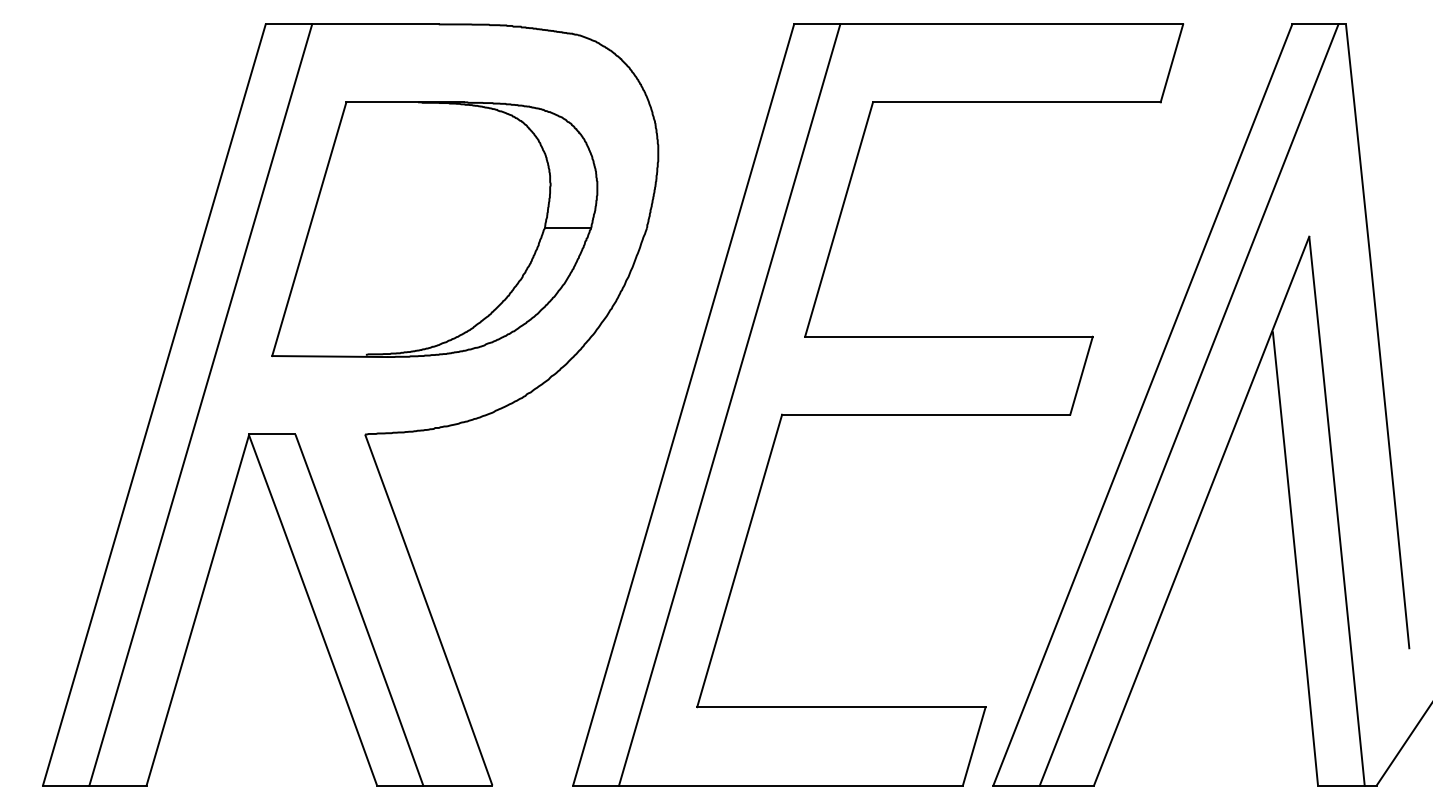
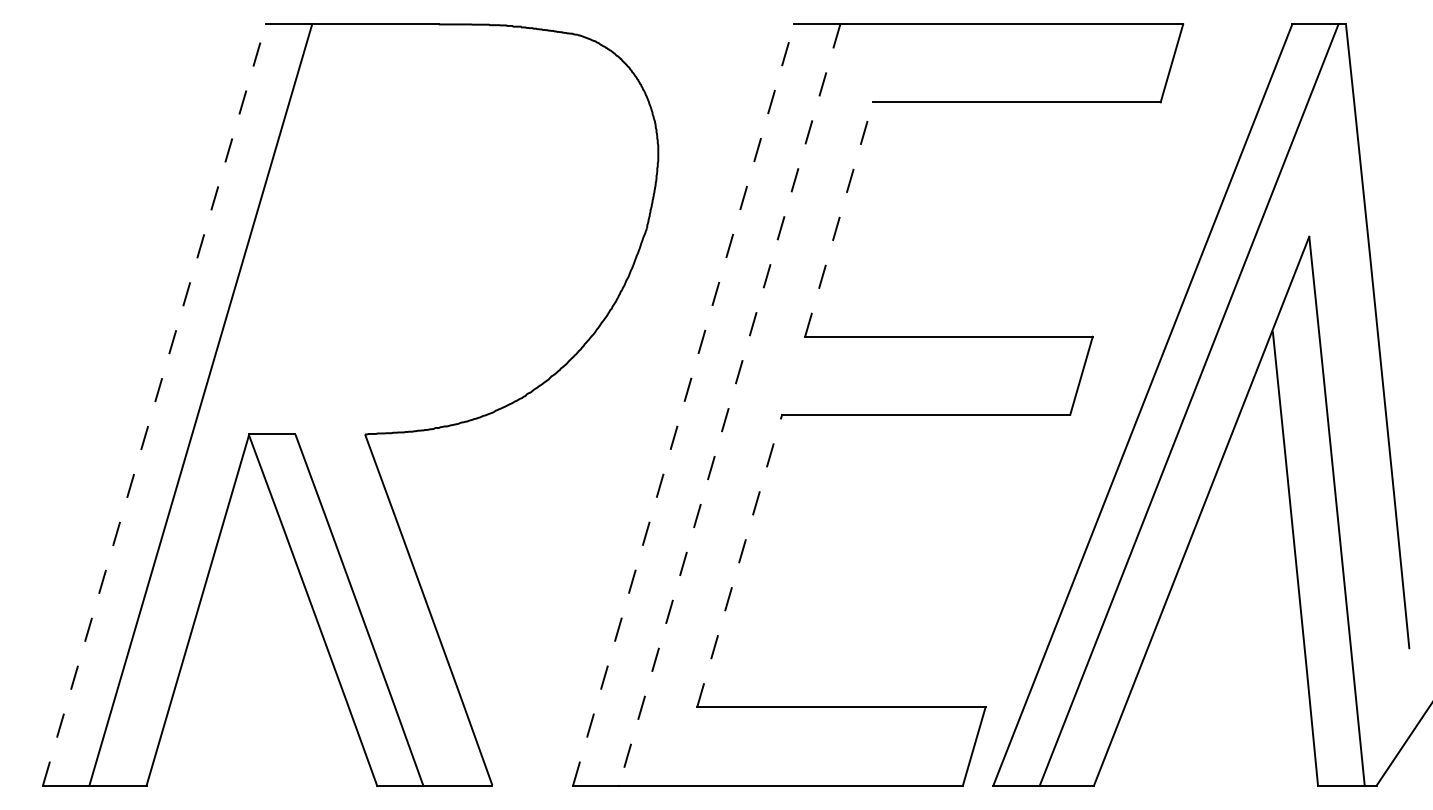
line at (839, 219): solid -> dashed
part at (434, 229): present -> none
line at (683, 404): solid -> dashed
line at (154, 405): solid -> dashed
line at (729, 405): solid -> dashed
line at (739, 560): solid -> dashed
